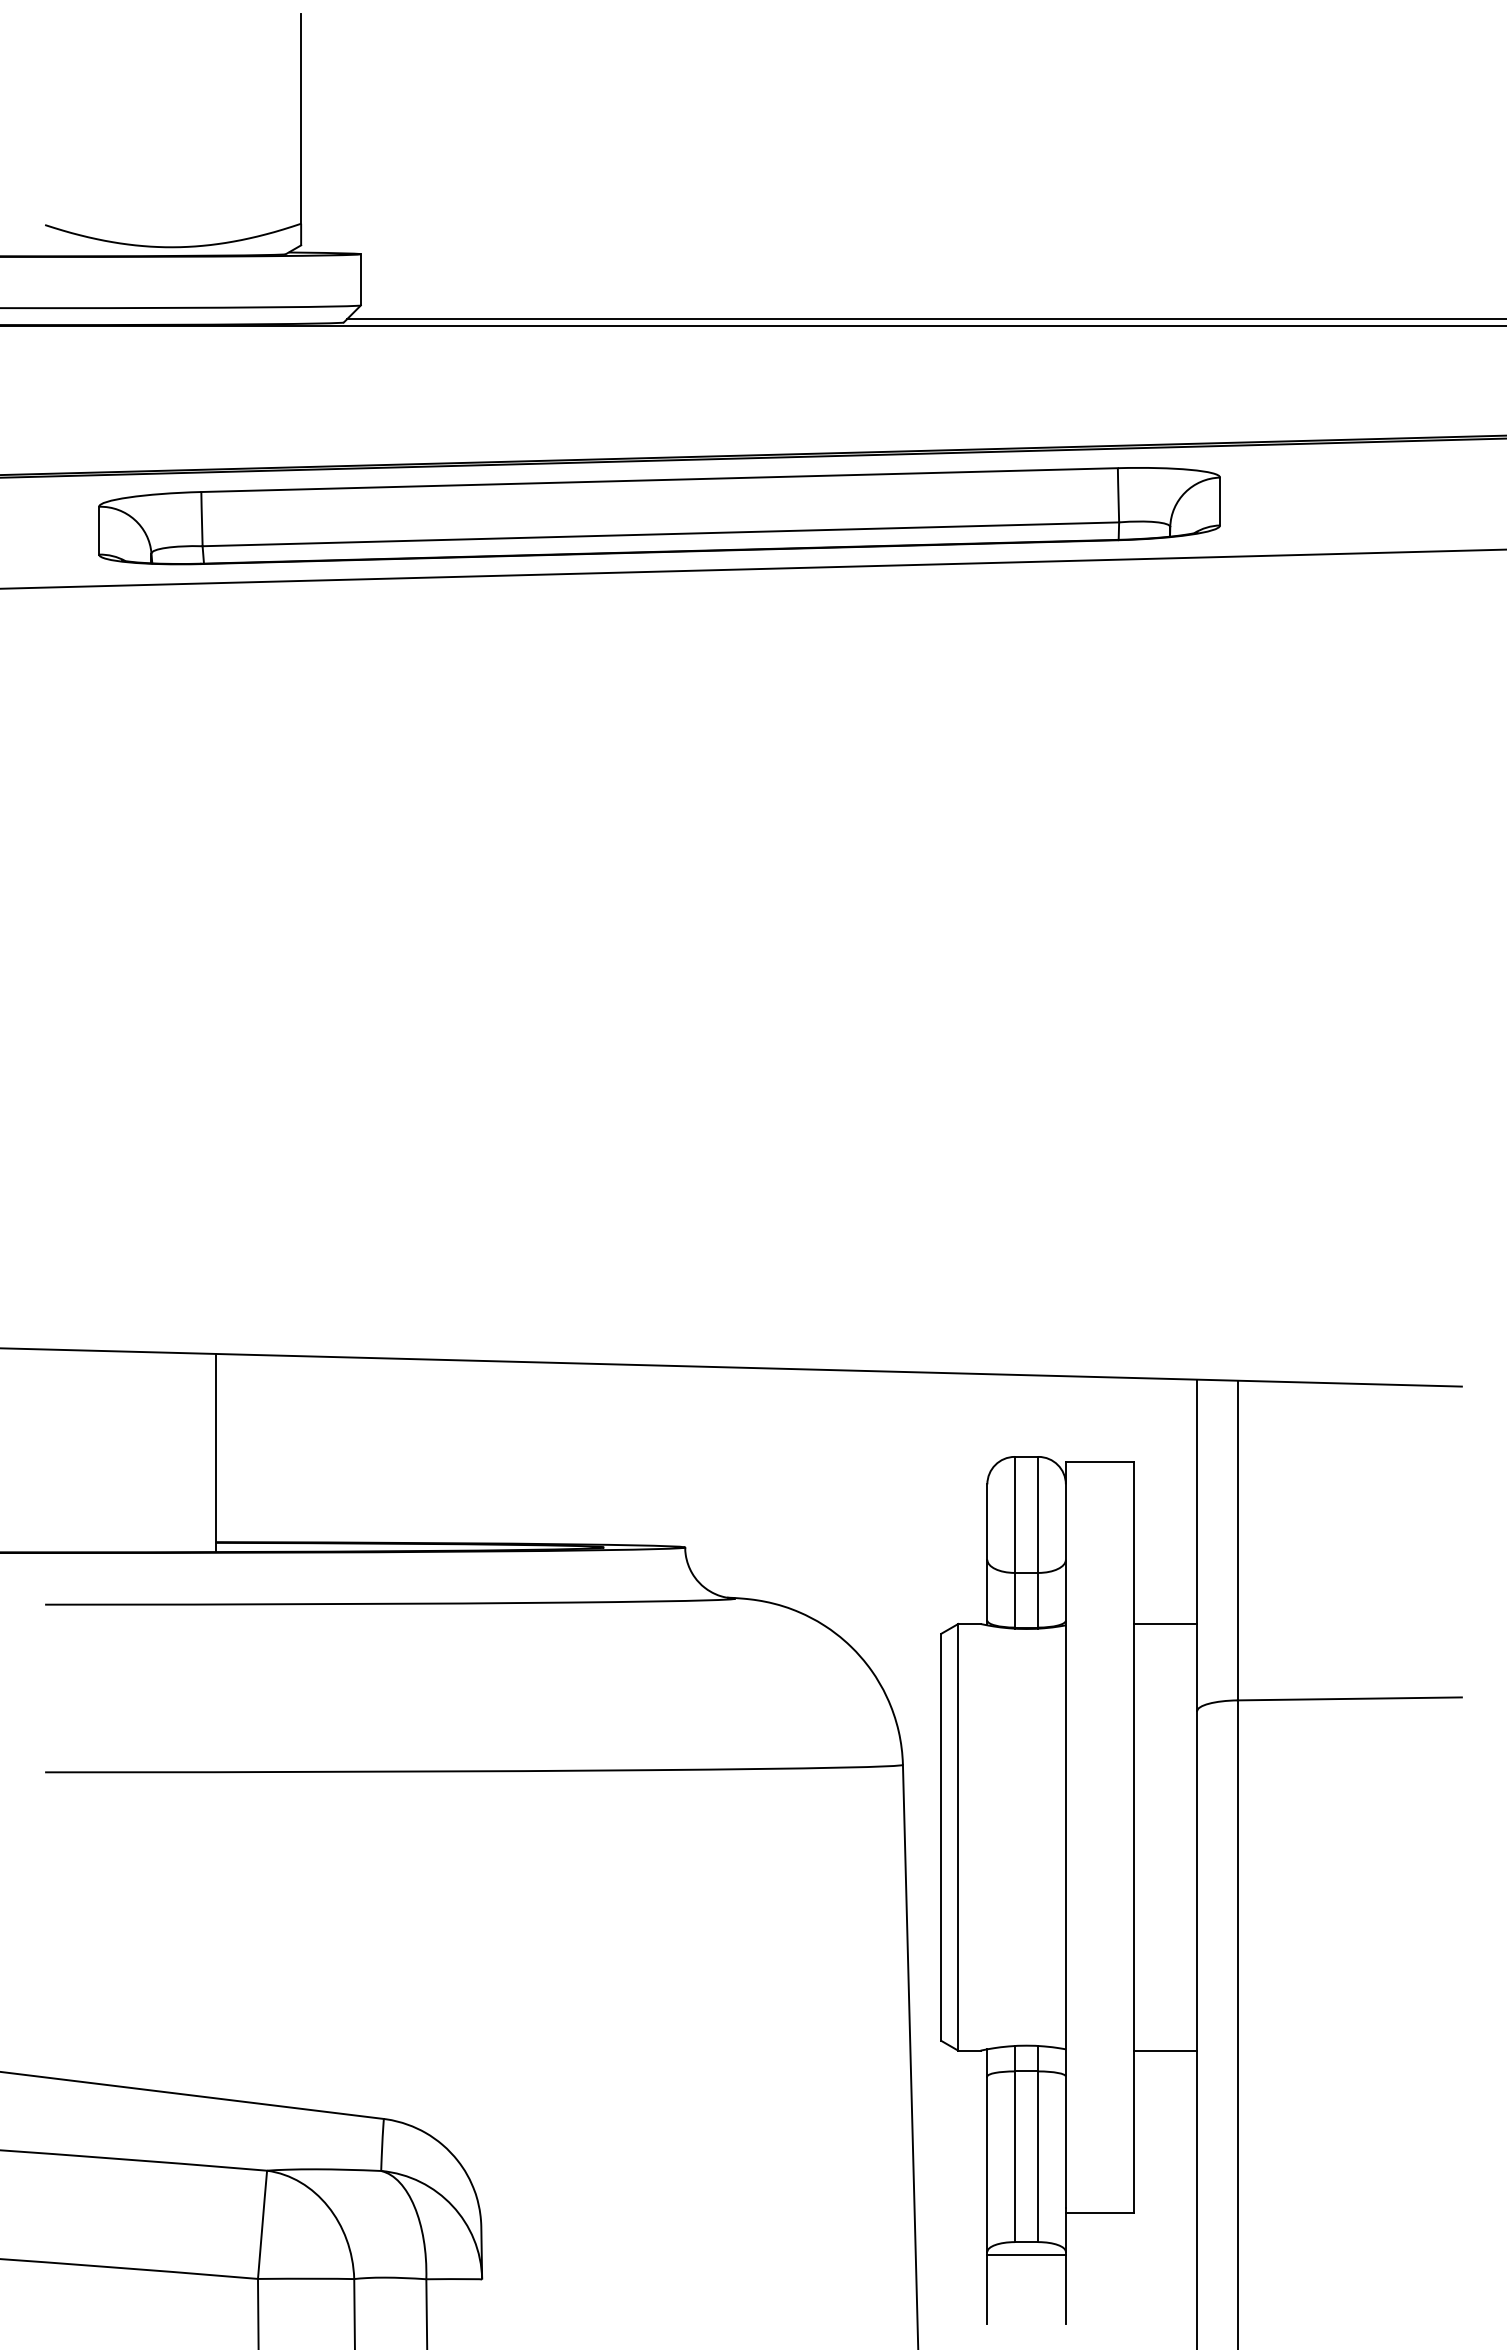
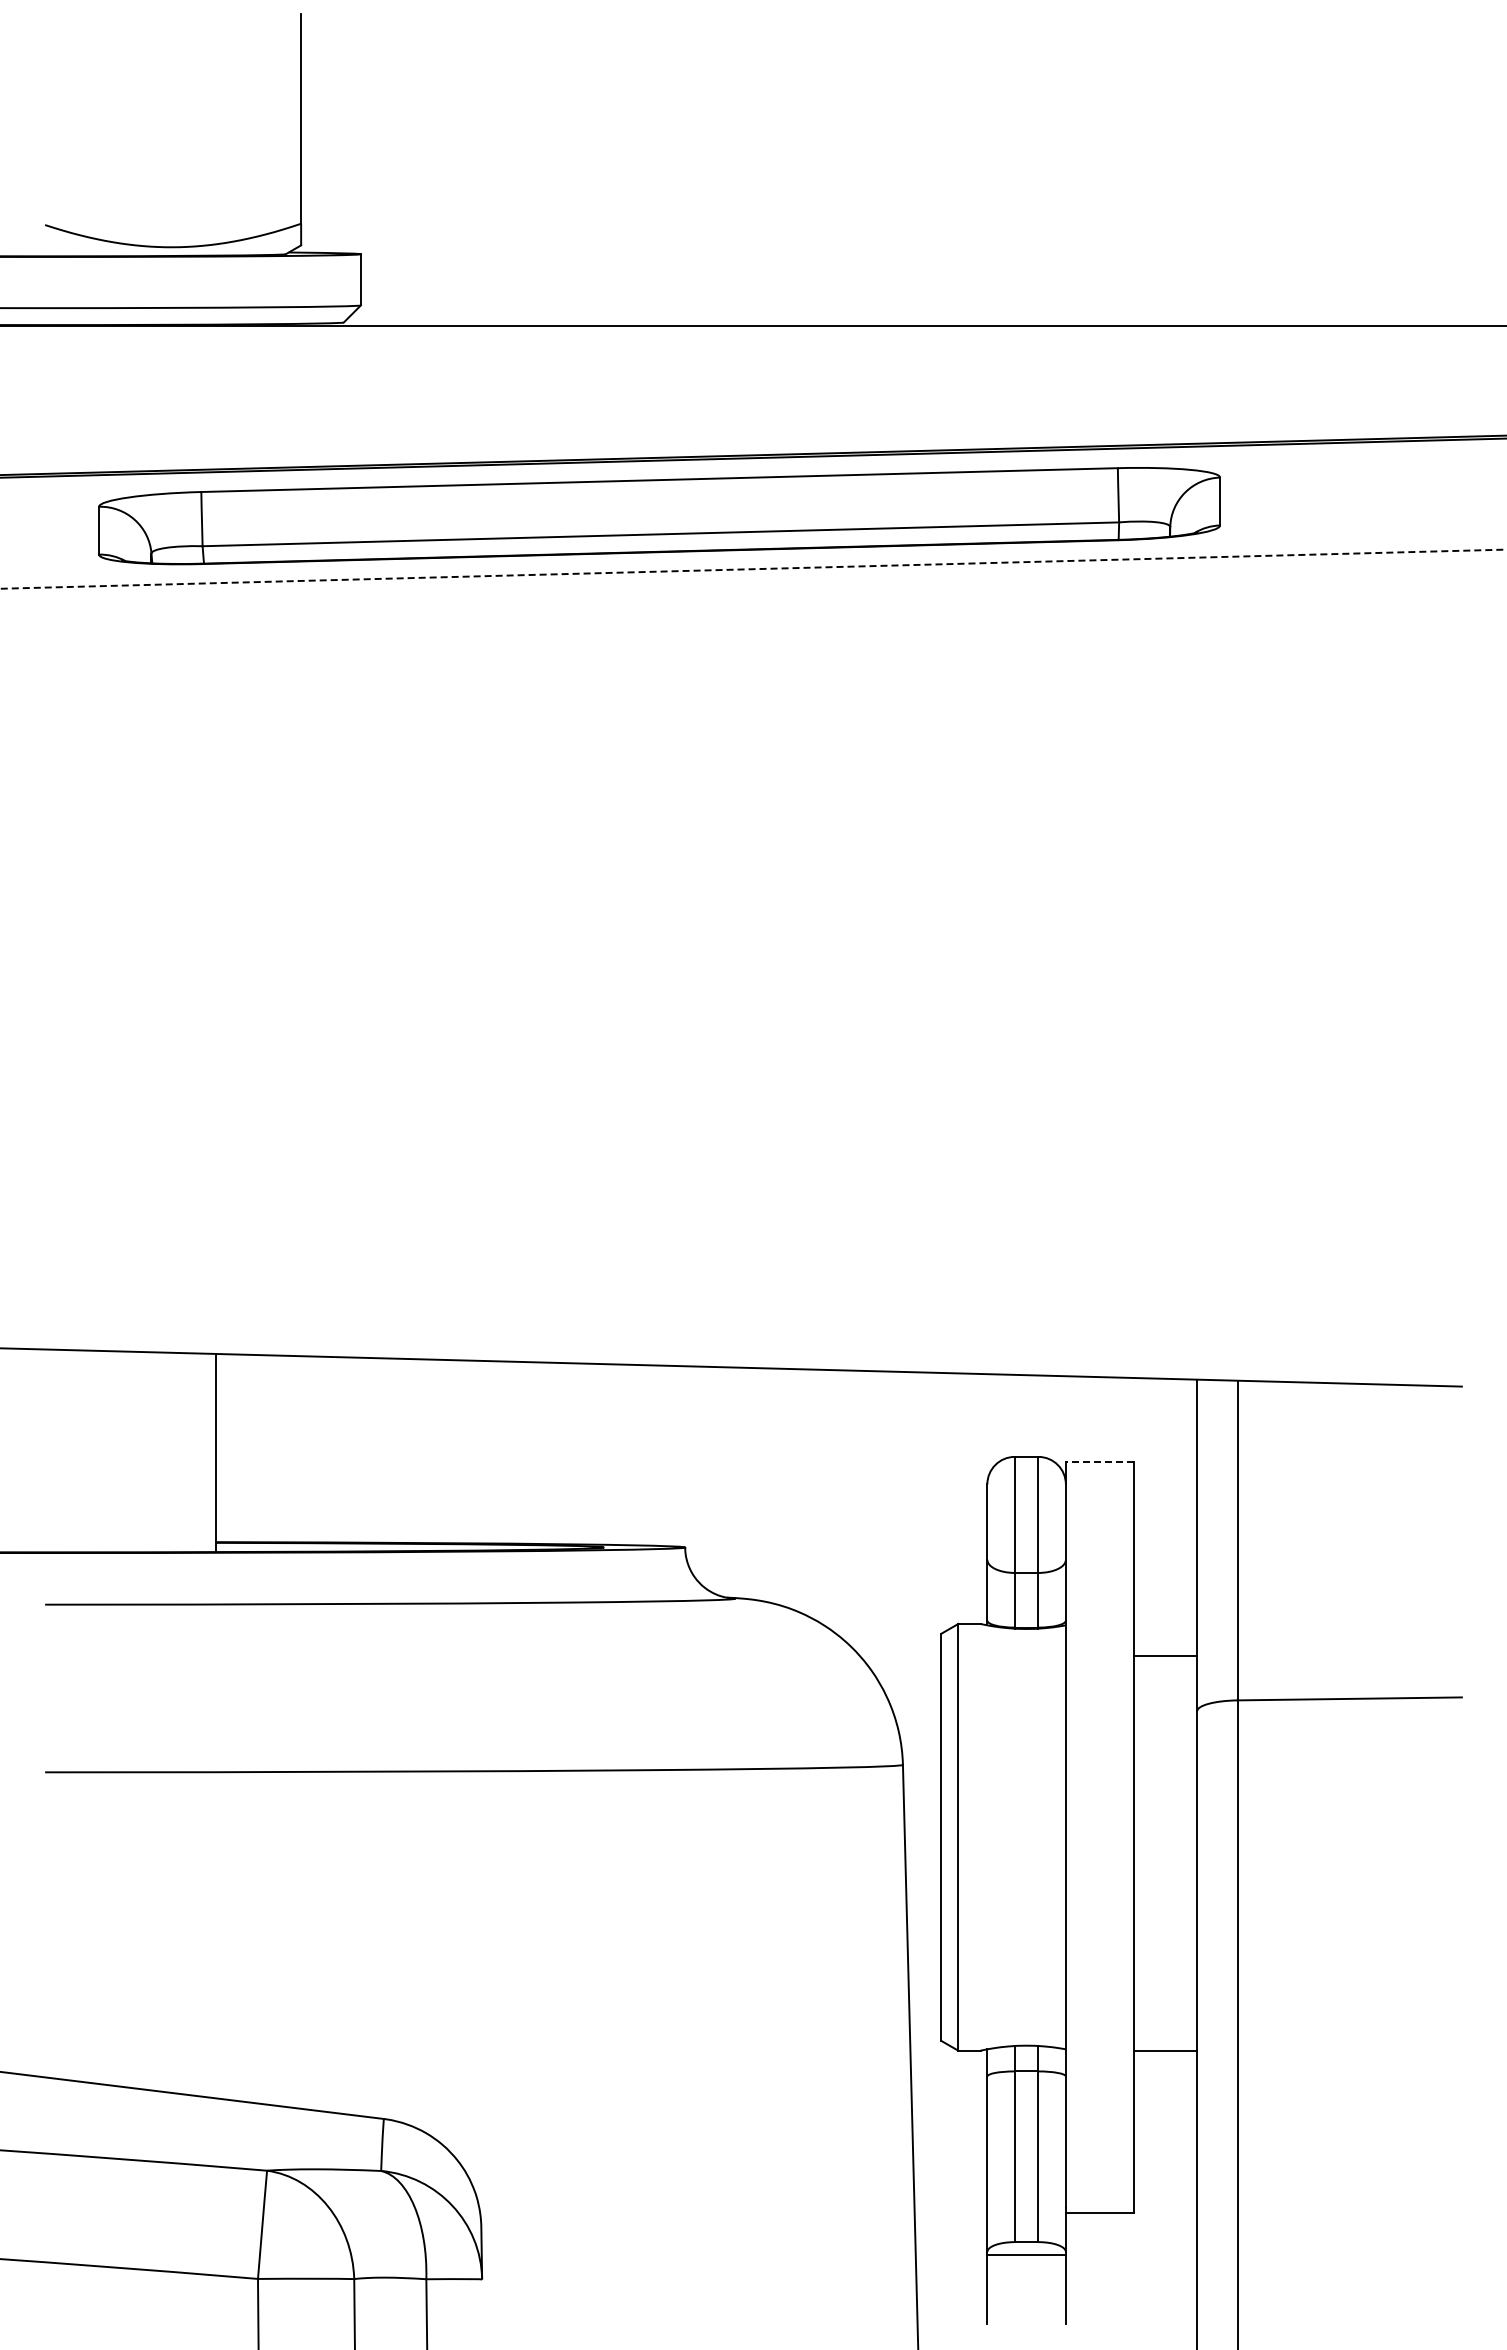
line at (925, 319): present -> none
line at (753, 569): solid -> dashed
line at (1099, 1461): solid -> dashed
line at (1165, 1623) position: (1165, 1623) -> (1165, 1655)
